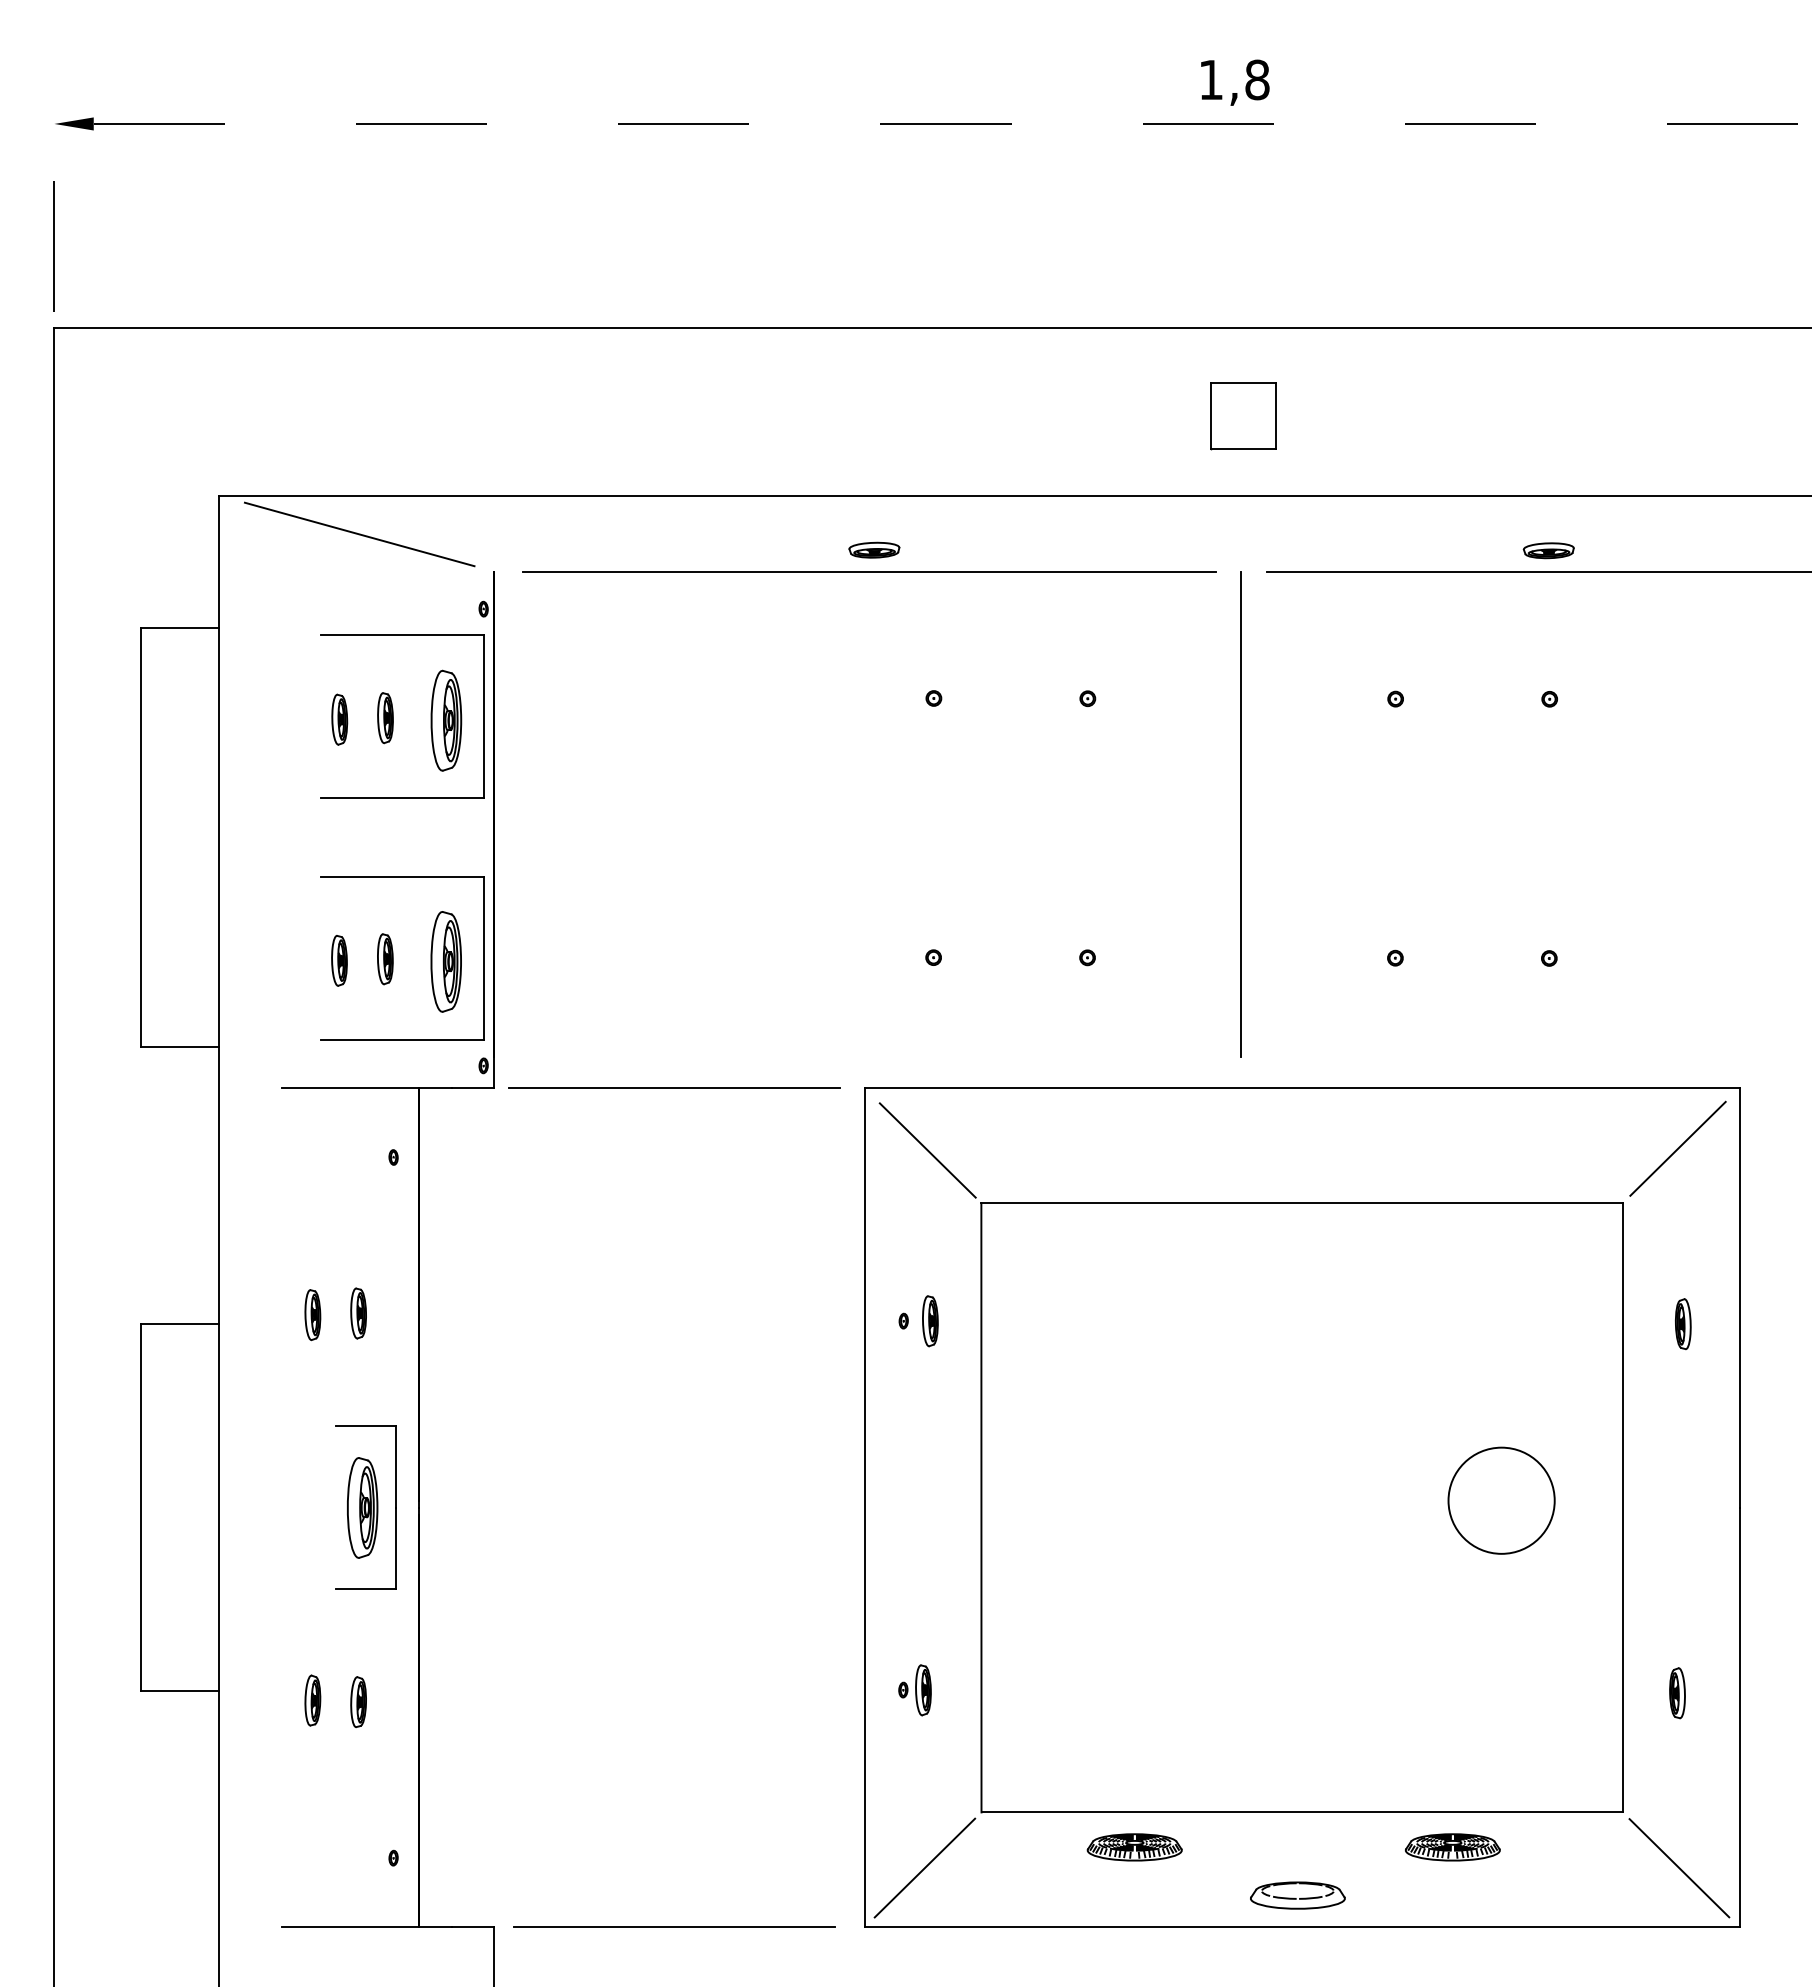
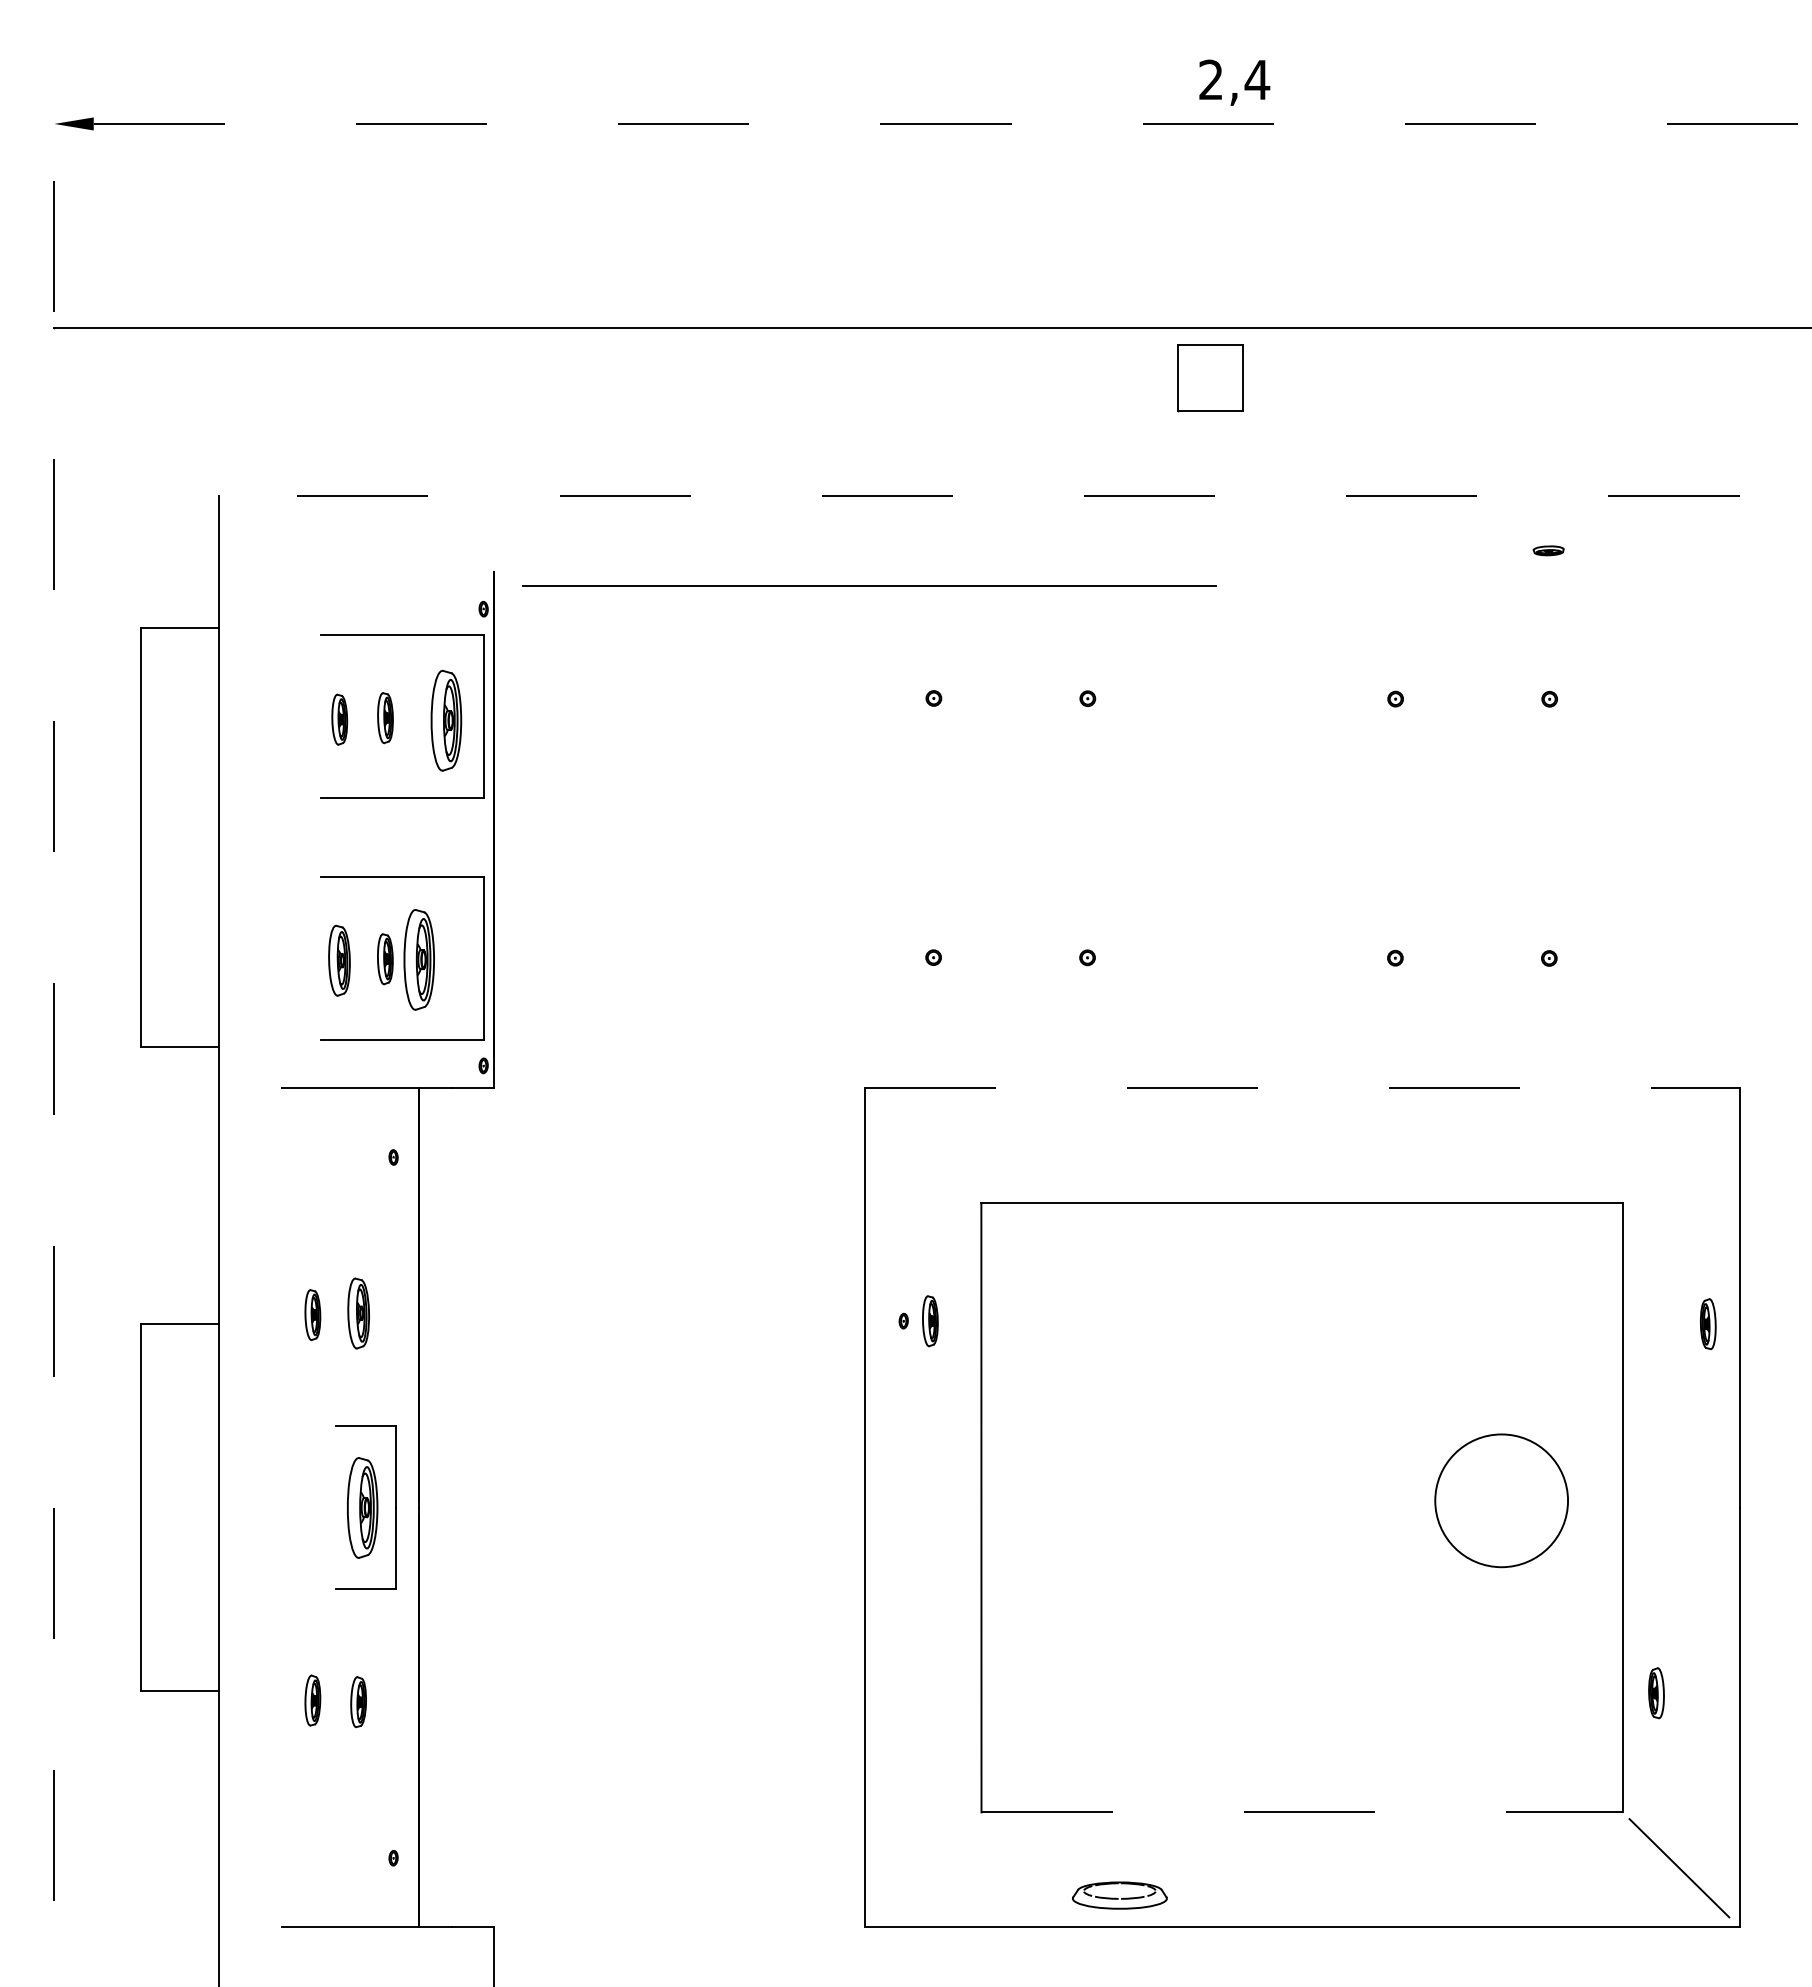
text at (1234, 79): 1,8 -> 2,4
part at (1243, 416) position: (1243, 416) -> (1210, 378)
line at (1015, 495): solid -> dashed
line at (359, 534): present -> none
part at (874, 549): present -> none
part at (1548, 550) size: 53x18 px -> 33x12 px
line at (869, 571) position: (869, 571) -> (869, 585)
line at (1537, 571): present -> none
line at (1241, 813): present -> none
part at (339, 960) size: 17x52 px -> 23x73 px
part at (445, 961) position: (445, 961) -> (418, 959)
line at (674, 1088): present -> none
line at (1302, 1088): solid -> dashed
line at (1677, 1148): present -> none
line at (927, 1150): present -> none
line at (54, 1156): solid -> dashed
part at (358, 1313) size: 17x53 px -> 23x73 px
part at (1683, 1324) position: (1683, 1324) -> (1708, 1324)
circle at (1501, 1500) size: 109x109 px -> 135x136 px
part at (914, 1690): present -> none
part at (1677, 1693) position: (1677, 1693) -> (1656, 1693)
line at (1302, 1812): solid -> dashed
part at (1134, 1847): present -> none
part at (1452, 1847): present -> none
line at (924, 1867): present -> none
part at (1297, 1895) position: (1297, 1895) -> (1119, 1895)
line at (674, 1927): present -> none
